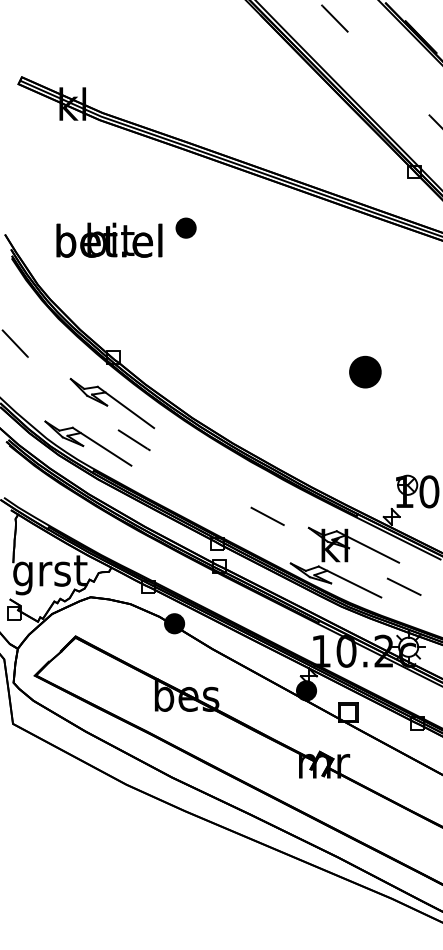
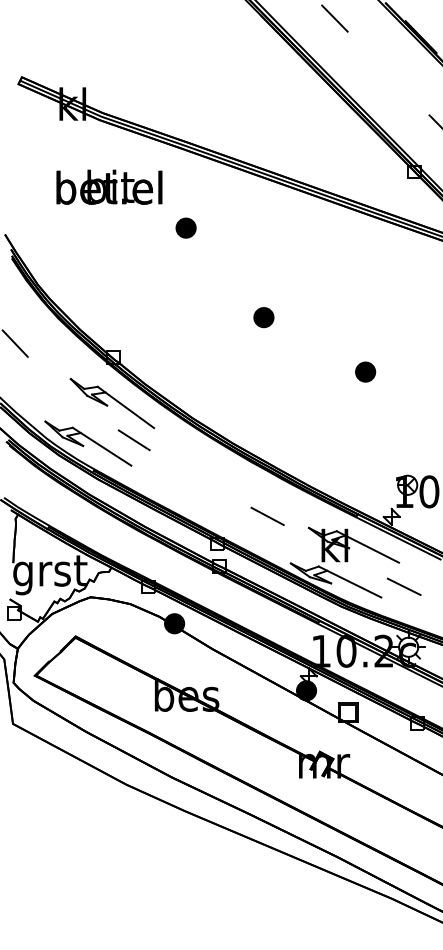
text at (109, 239) position: (109, 239) -> (109, 186)
part at (263, 317): none -> present
part at (365, 371) size: 33x34 px -> 22x22 px
